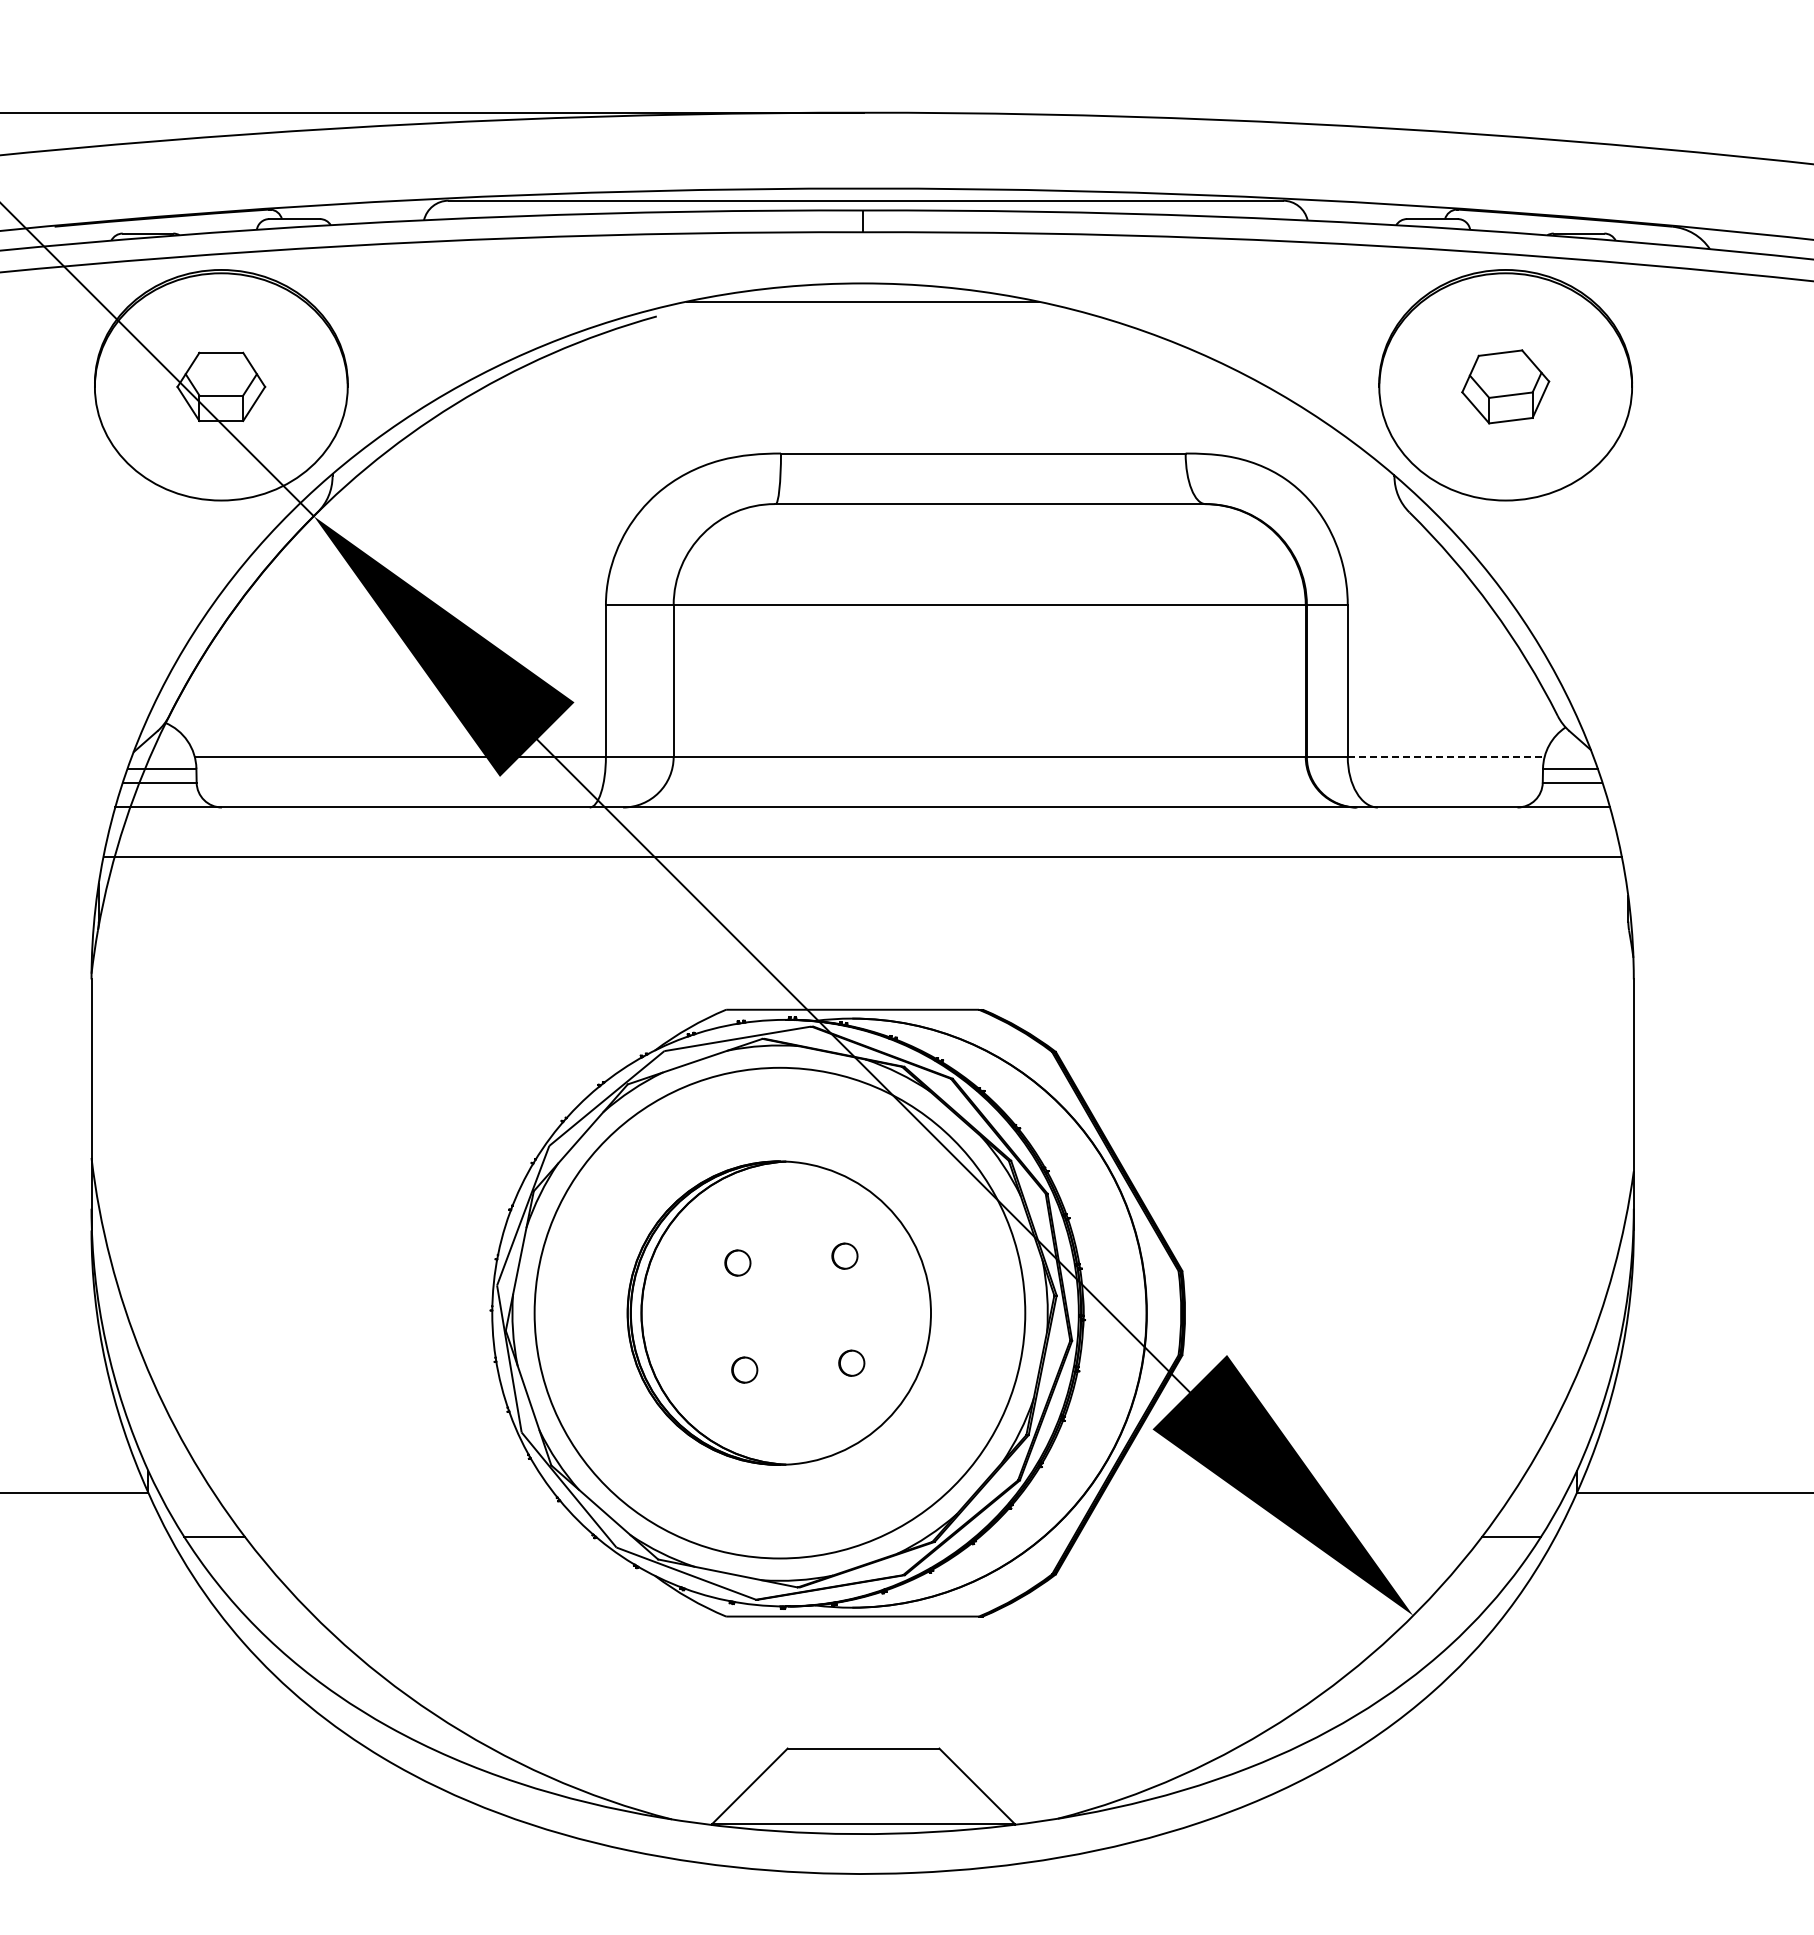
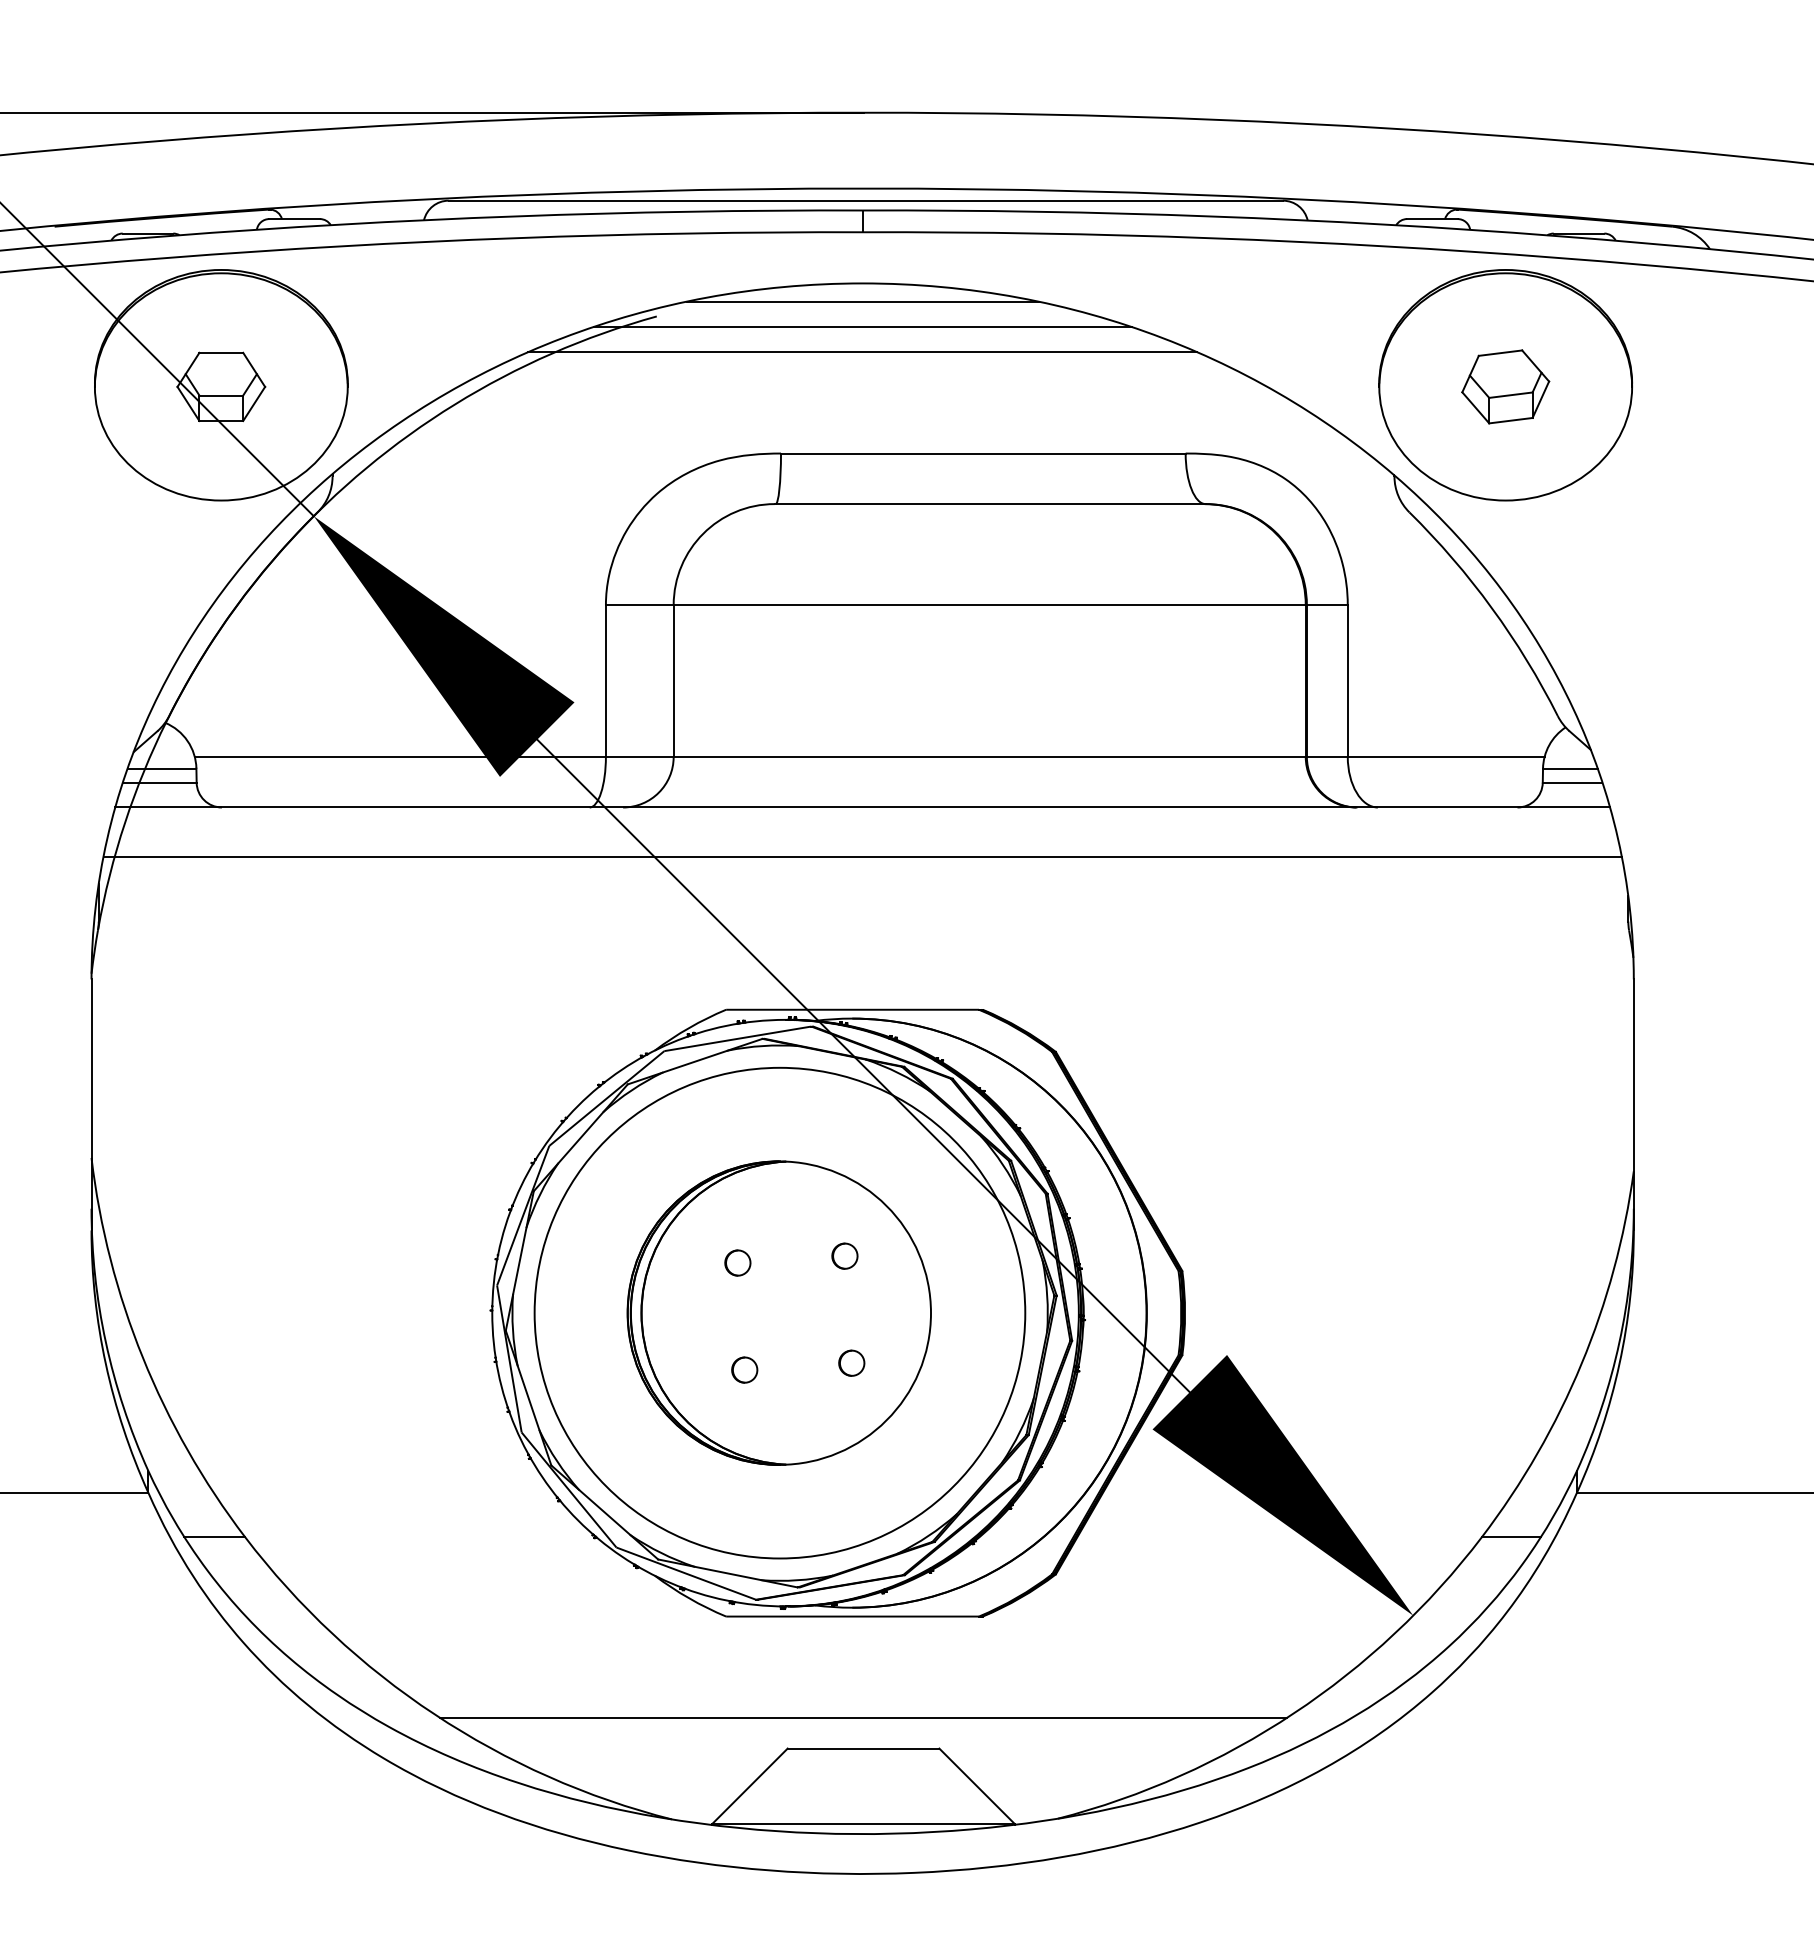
line at (862, 327): none -> present
line at (862, 352): none -> present
line at (1446, 756): dashed -> solid
line at (863, 1717): none -> present
